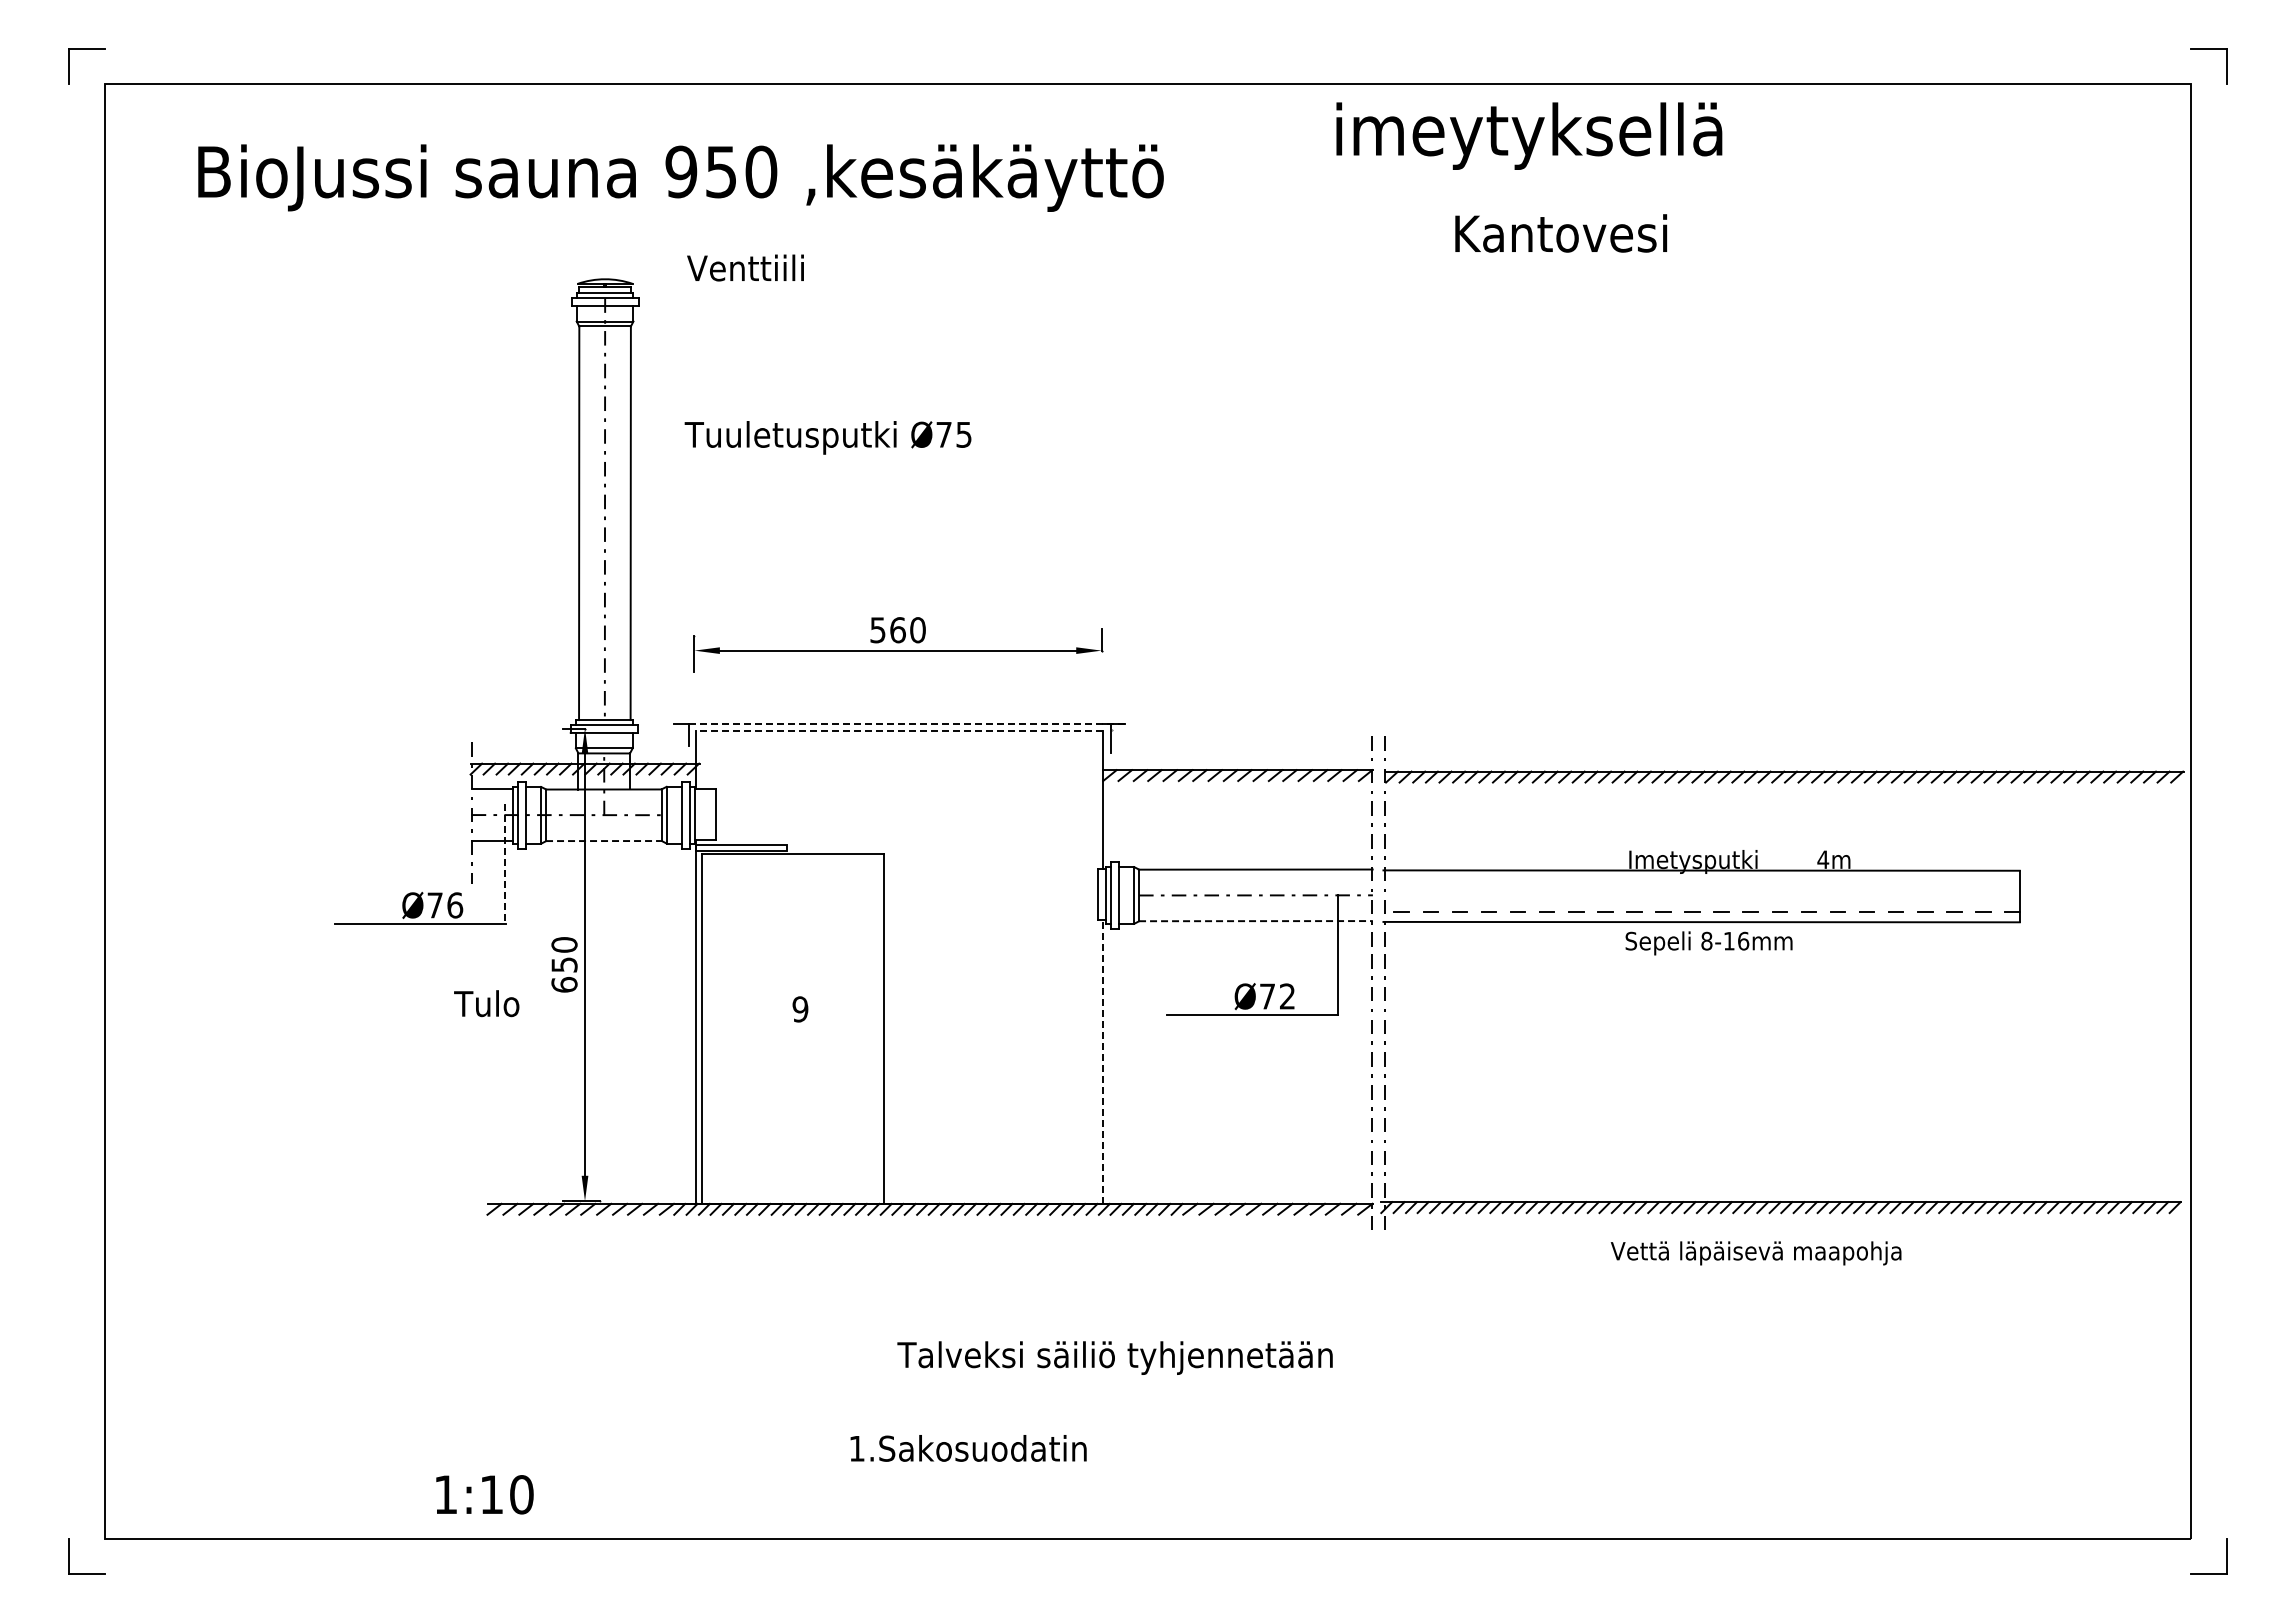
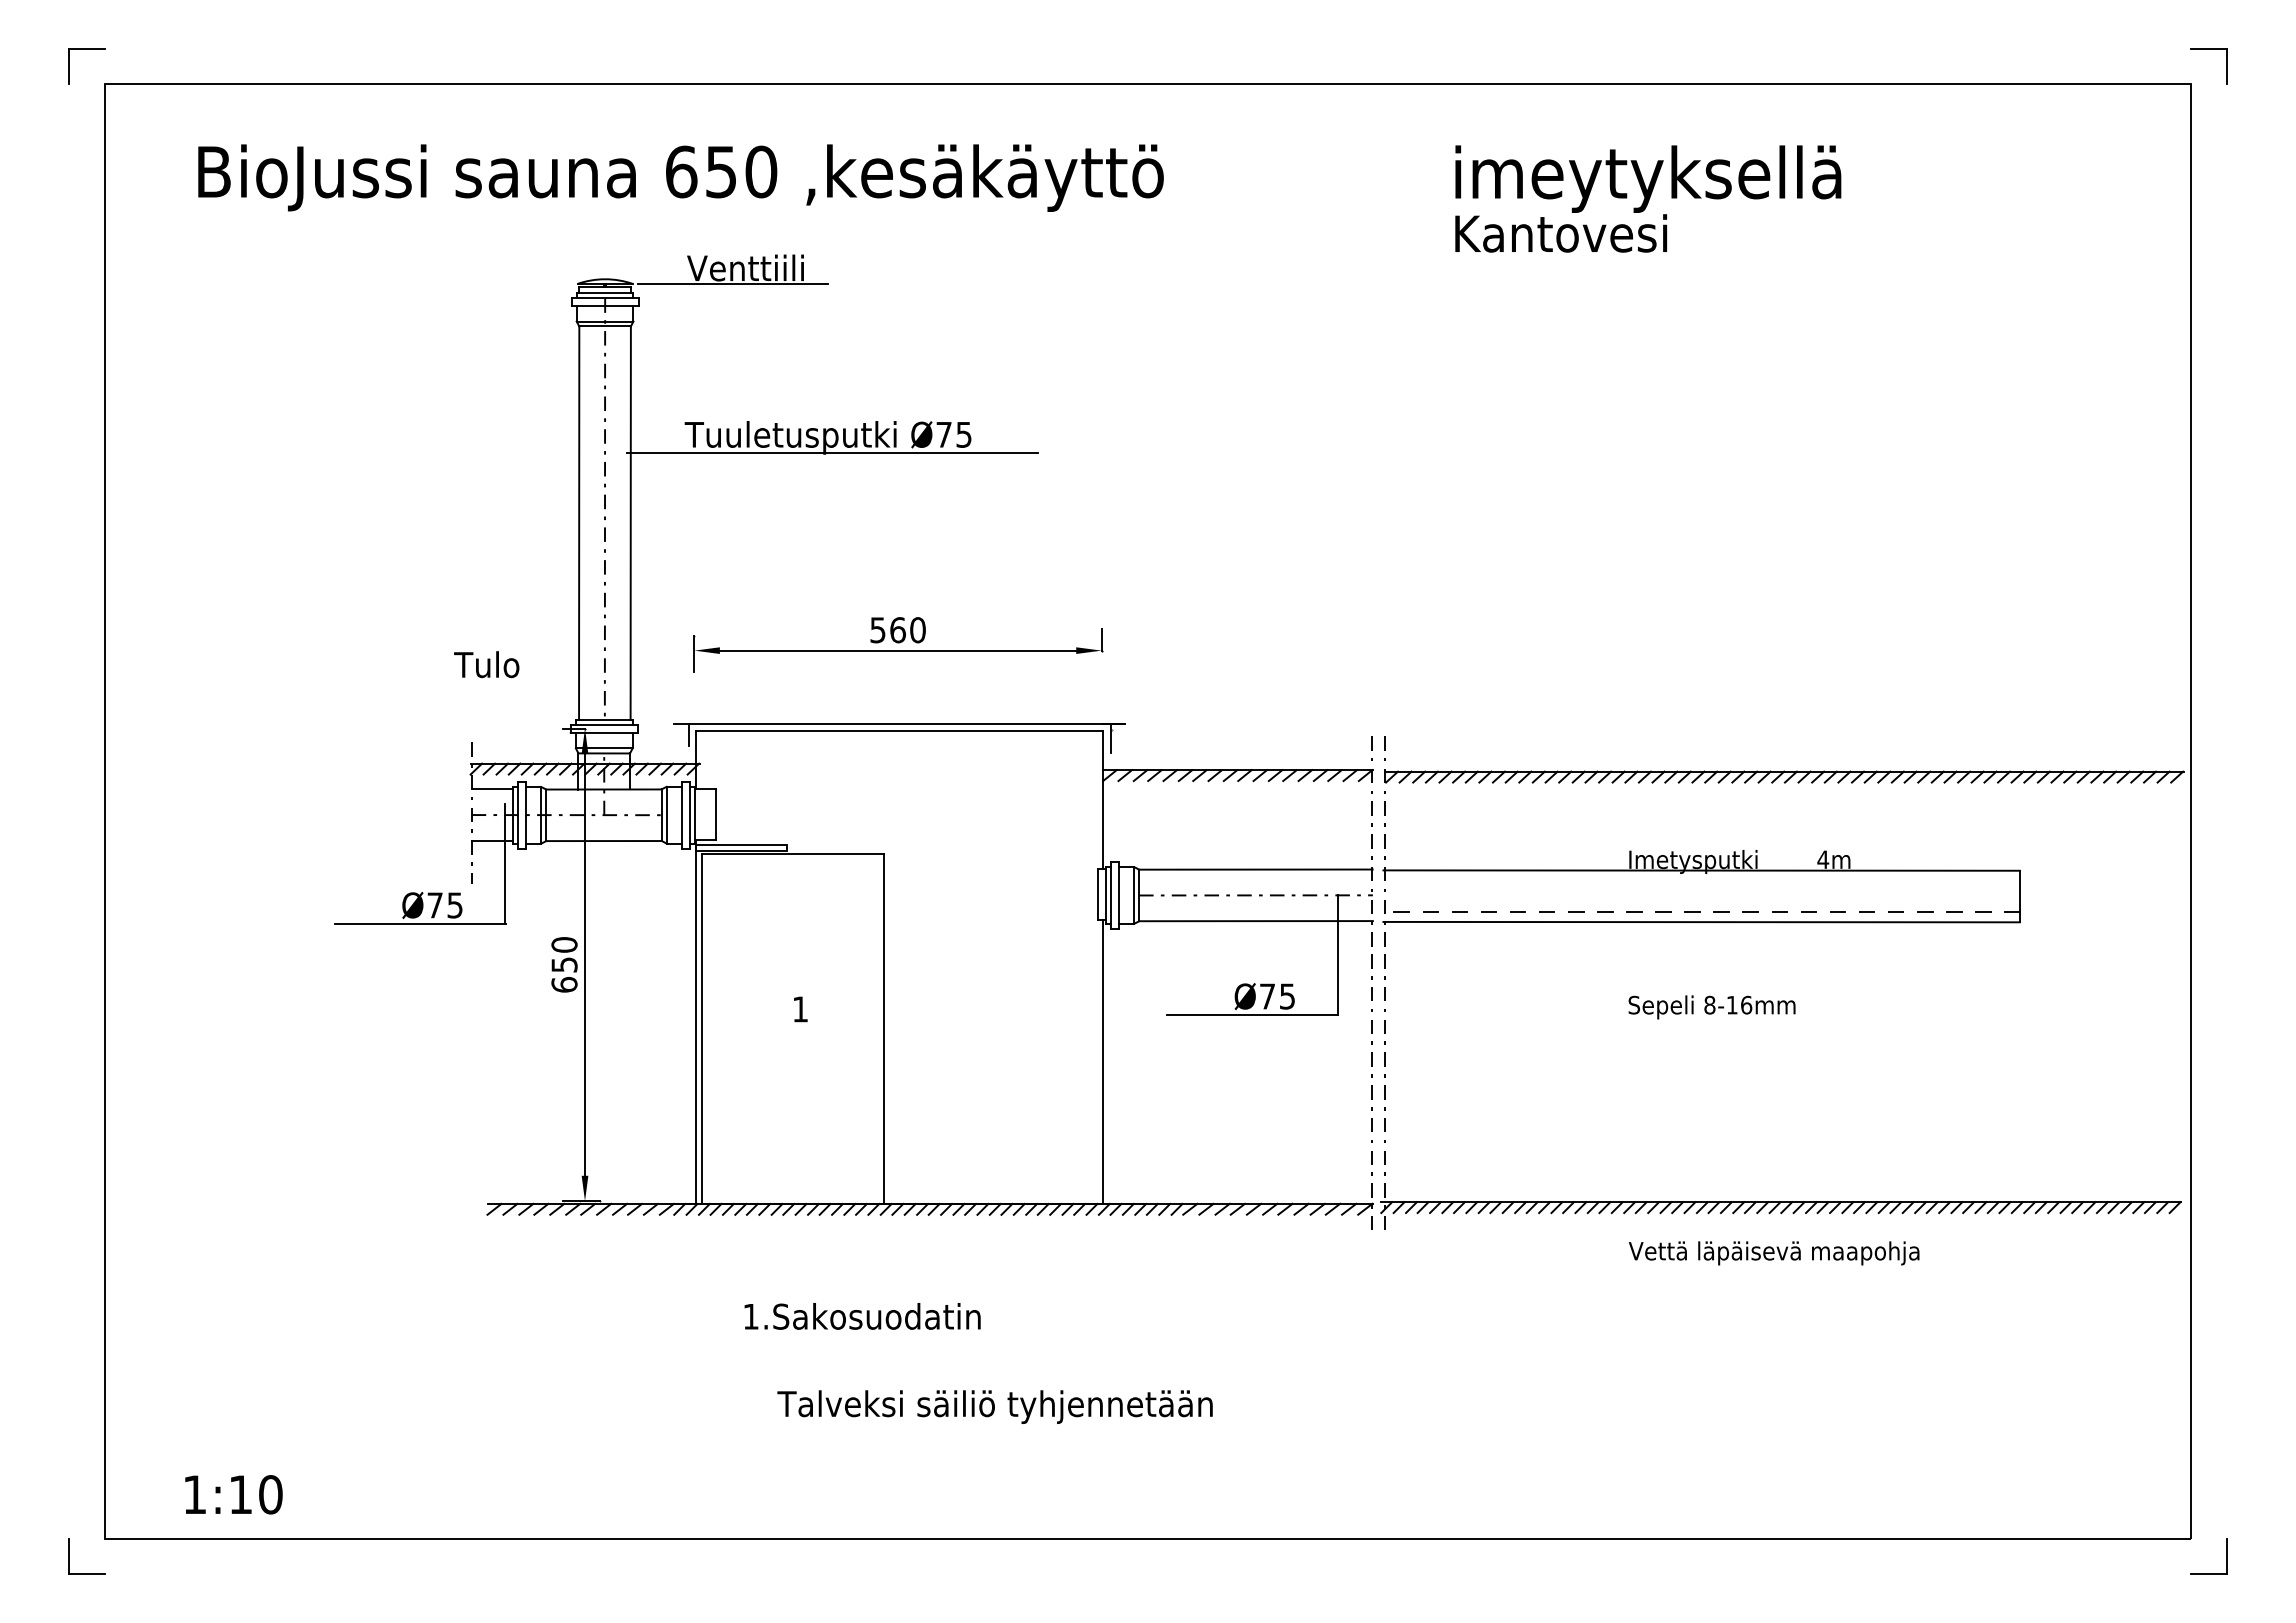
text at (1529, 135) position: (1529, 135) -> (1648, 178)
text at (681, 171): 950 -> 650
line at (732, 284): none -> present
line at (832, 453): none -> present
line at (907, 724): dashed -> solid
line at (899, 731): dashed -> solid
line at (603, 841): dashed -> solid
line at (505, 864): dashed -> solid
text at (455, 905): Ø76 -> Ø75
line at (1255, 921): dashed -> solid
text at (1708, 943) position: (1708, 943) -> (1711, 1007)
text at (1287, 996): Ø72 -> Ø75
text at (486, 1003) position: (486, 1003) -> (486, 664)
text at (800, 1009): 9 -> 1
line at (1103, 1061): dashed -> solid
text at (1755, 1253) position: (1755, 1253) -> (1773, 1253)
text at (1114, 1357) position: (1114, 1357) -> (994, 1406)
text at (968, 1448) position: (968, 1448) -> (862, 1316)
text at (484, 1494) position: (484, 1494) -> (233, 1494)
